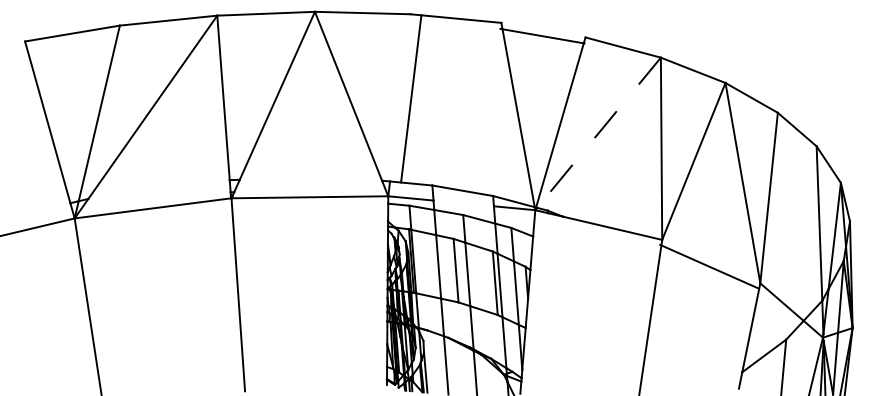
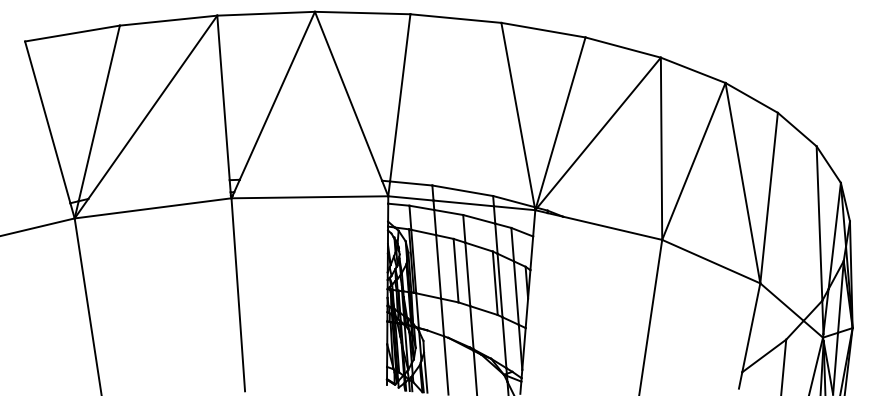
line at (542, 35) position: (542, 35) -> (543, 29)
line at (411, 98) position: (411, 98) -> (400, 97)
line at (598, 133): dashed -> solid
line at (463, 203): none -> present
line at (709, 266) position: (709, 266) -> (711, 261)
